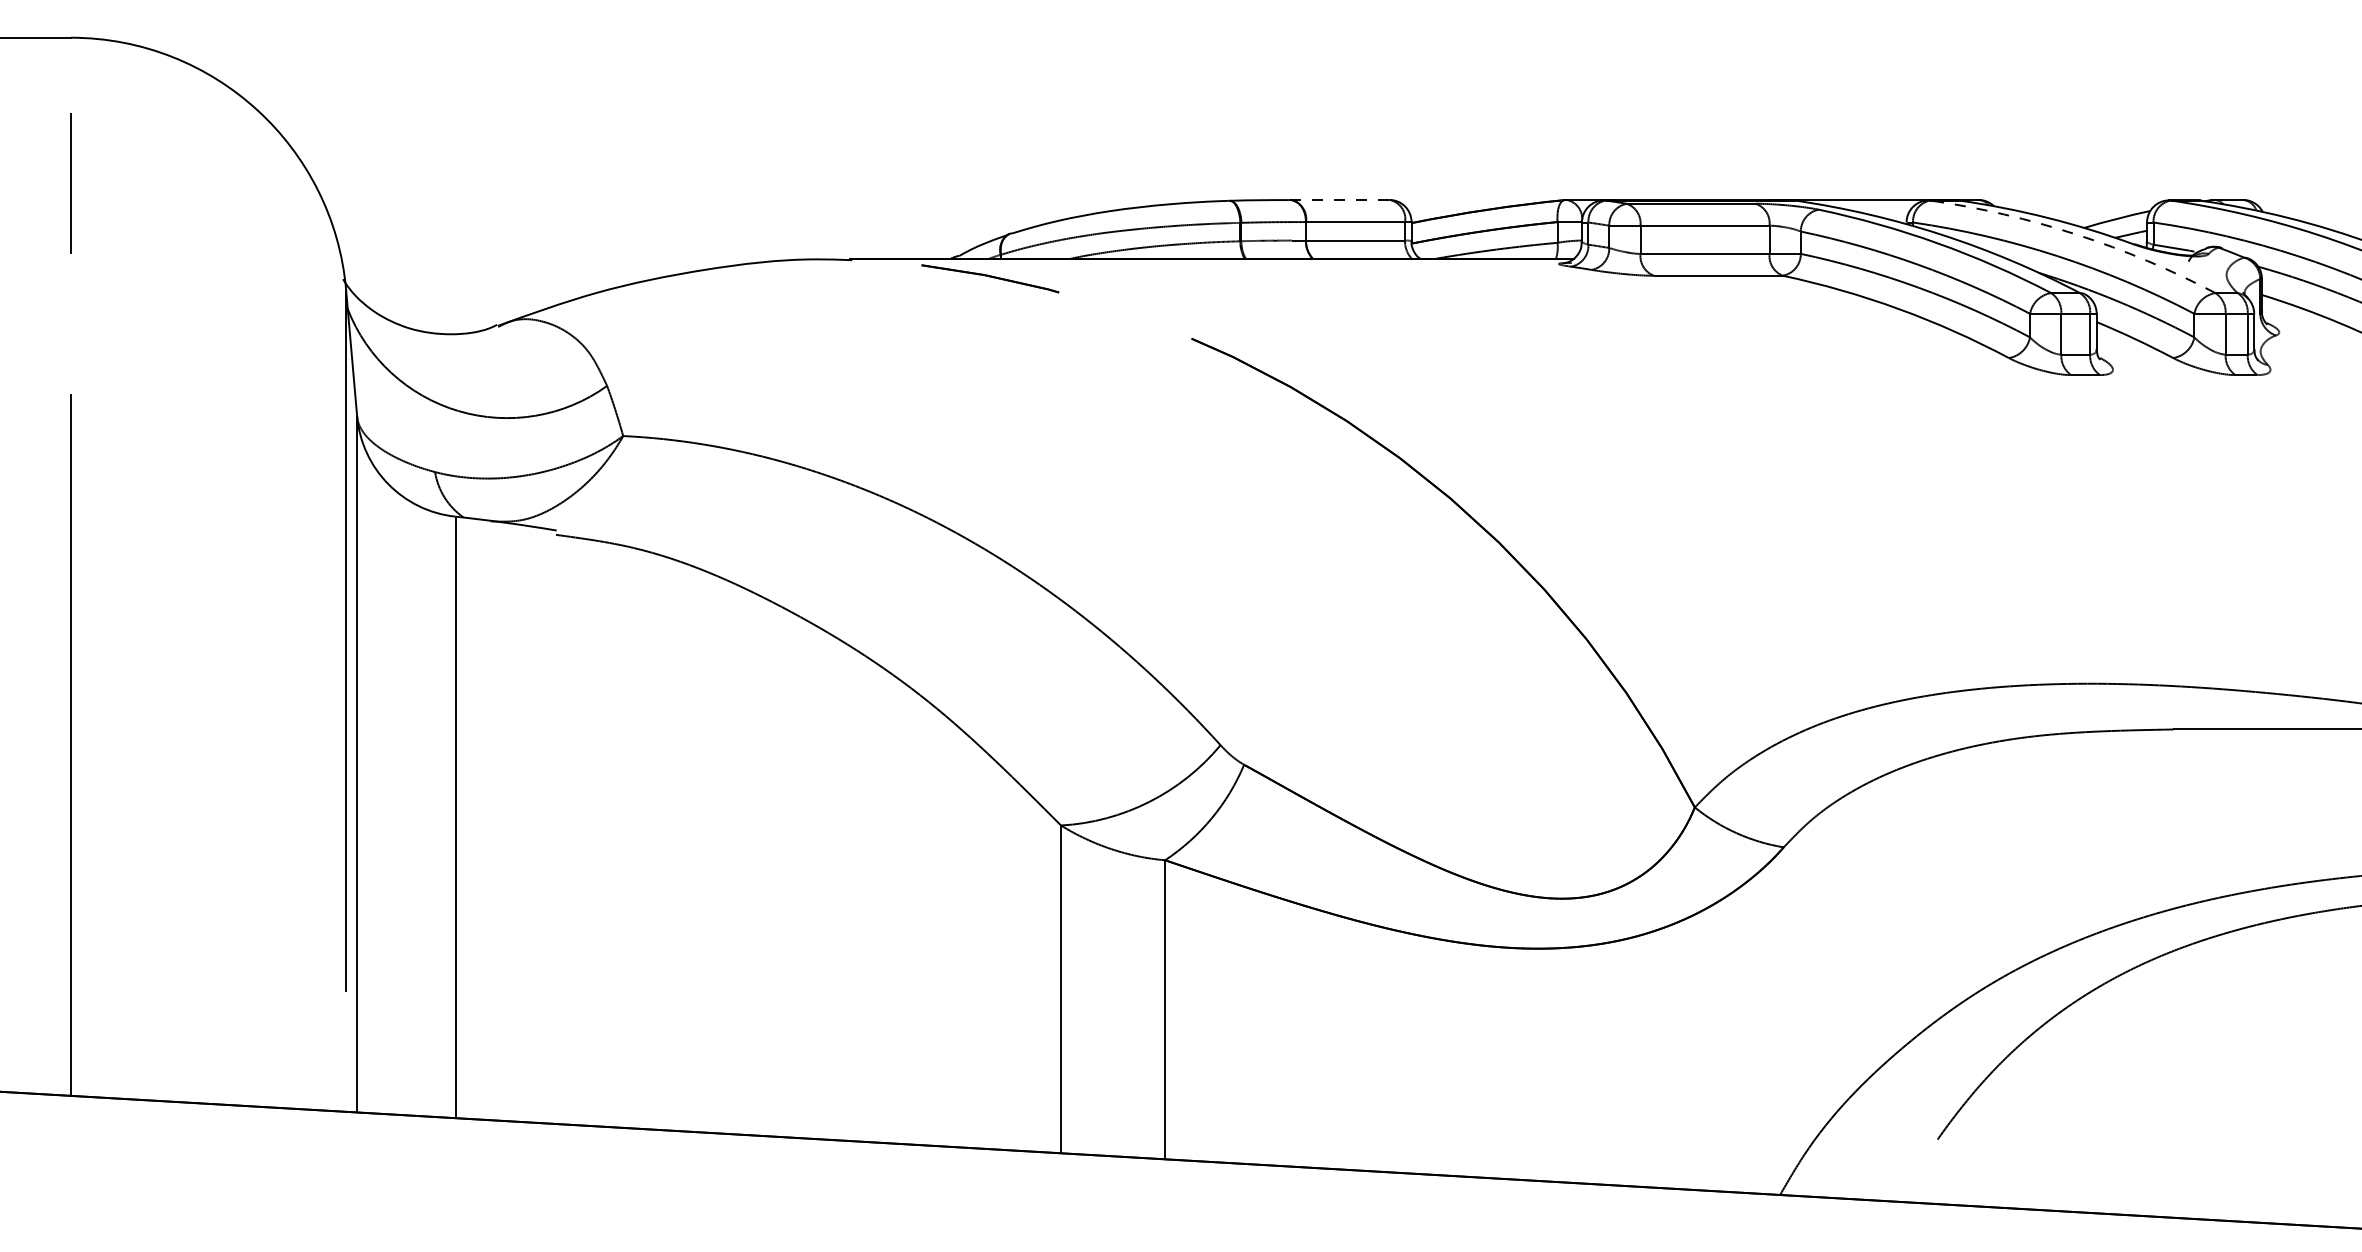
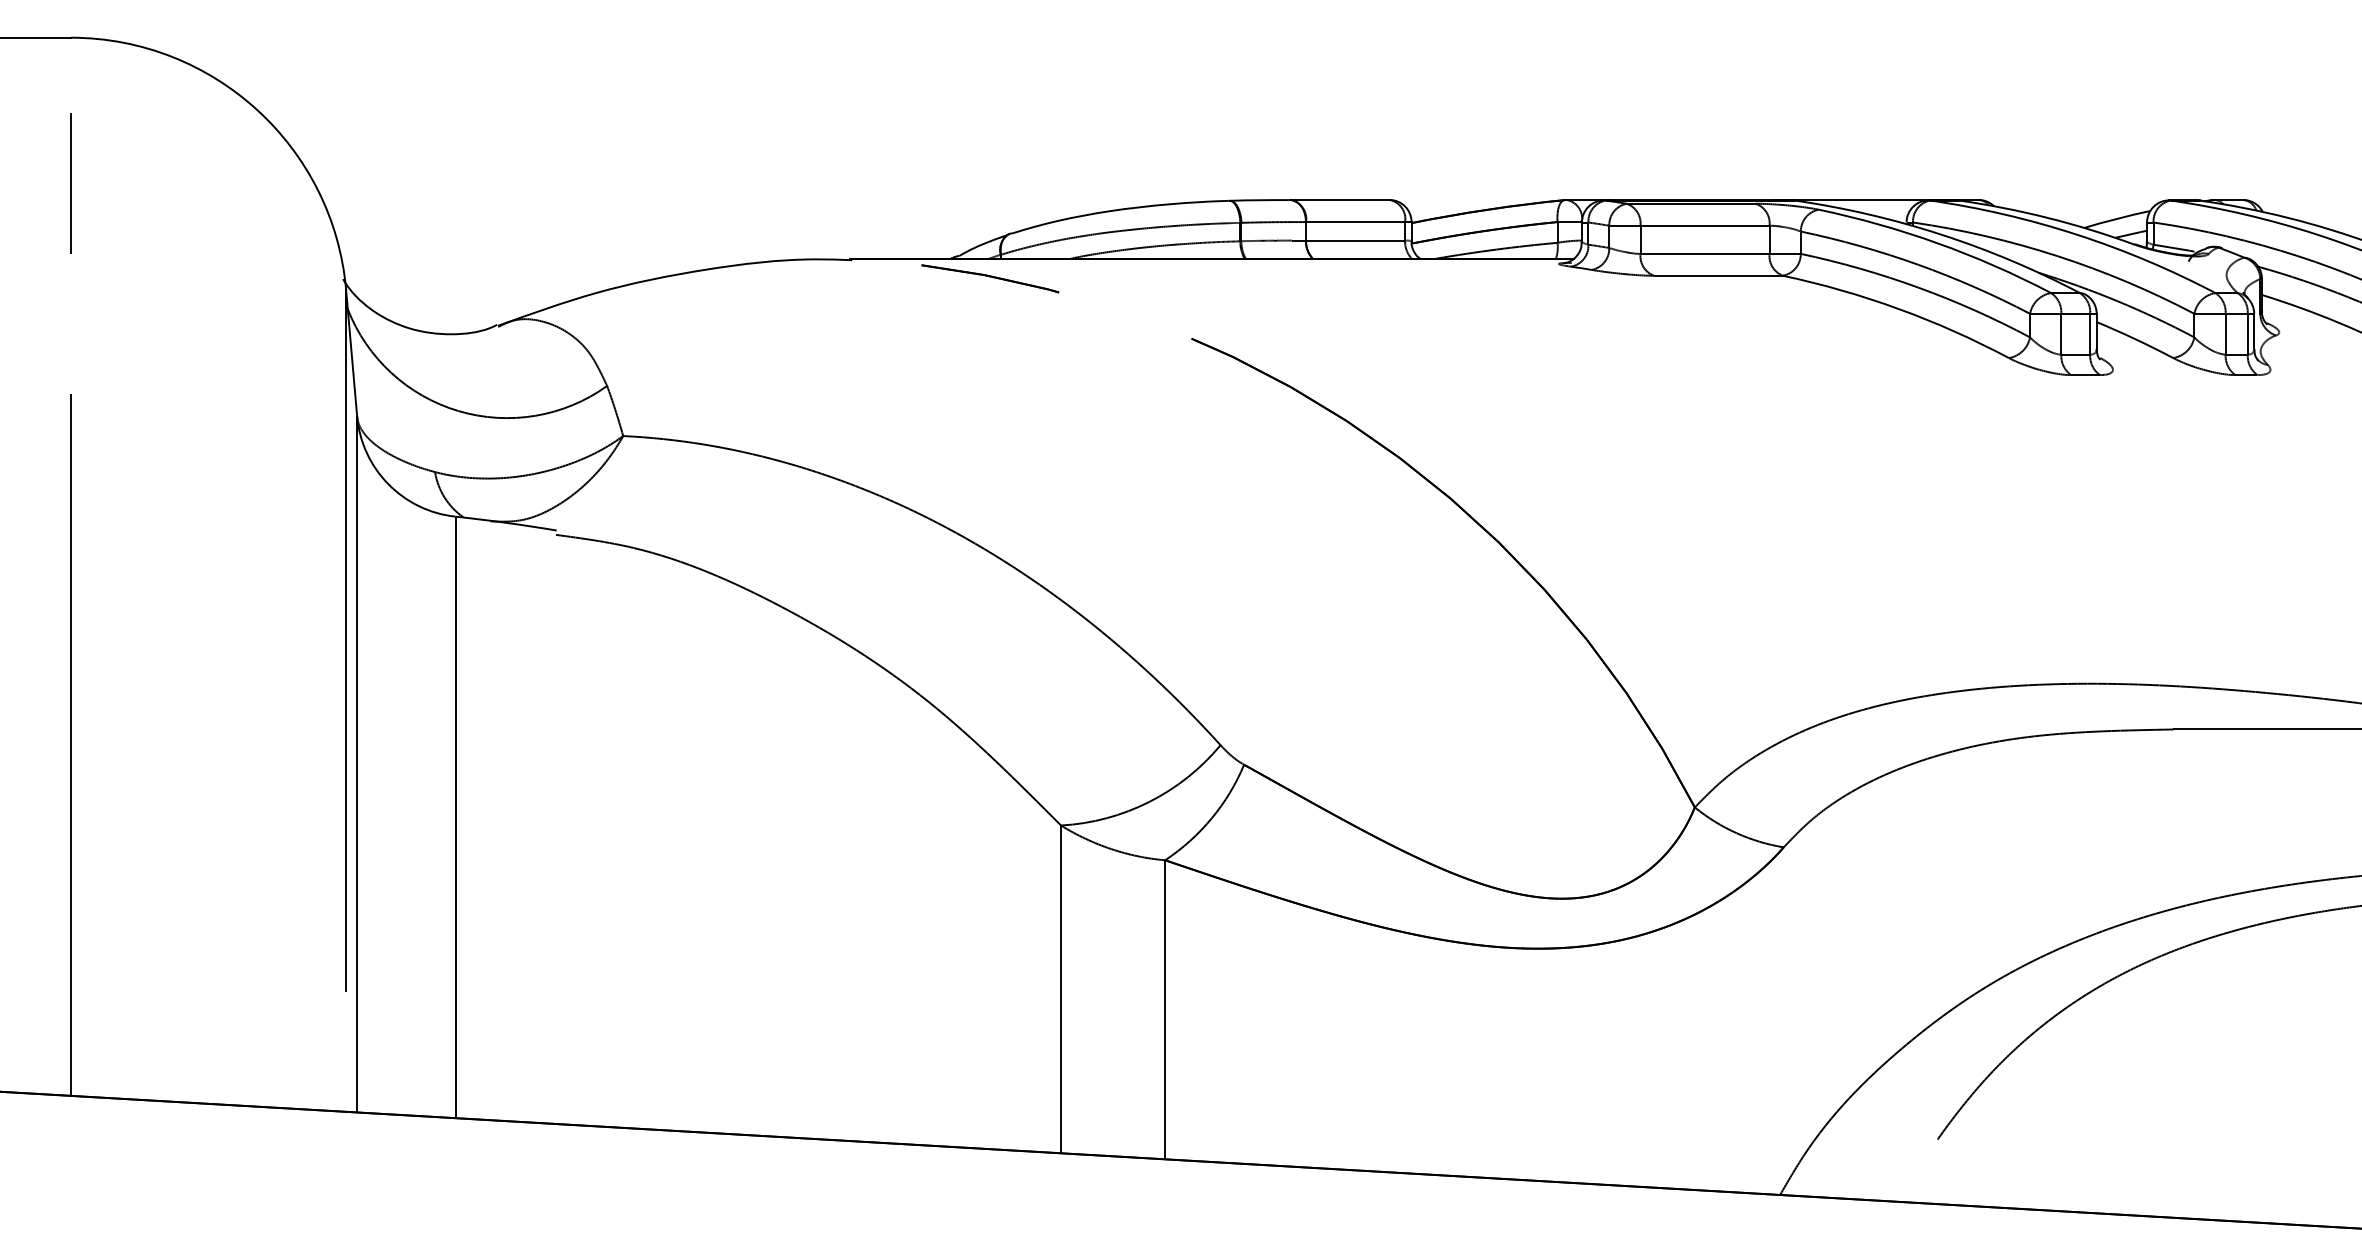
line at (1339, 199): dashed -> solid
arc at (2076, 234): dashed -> solid
